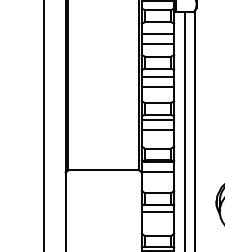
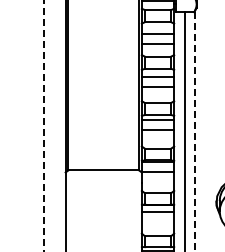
line at (44, 126): solid -> dashed
line at (194, 131): solid -> dashed
